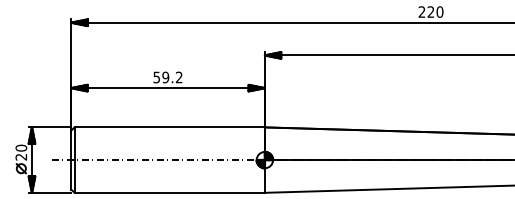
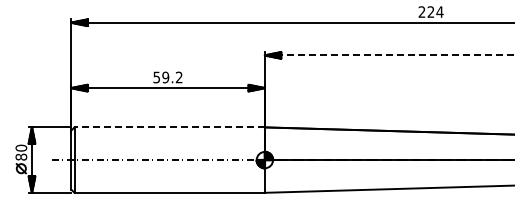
text at (439, 11): 220 -> 224
line at (389, 55): solid -> dashed
line at (169, 127): solid -> dashed
text at (21, 156): 20 -> 80
